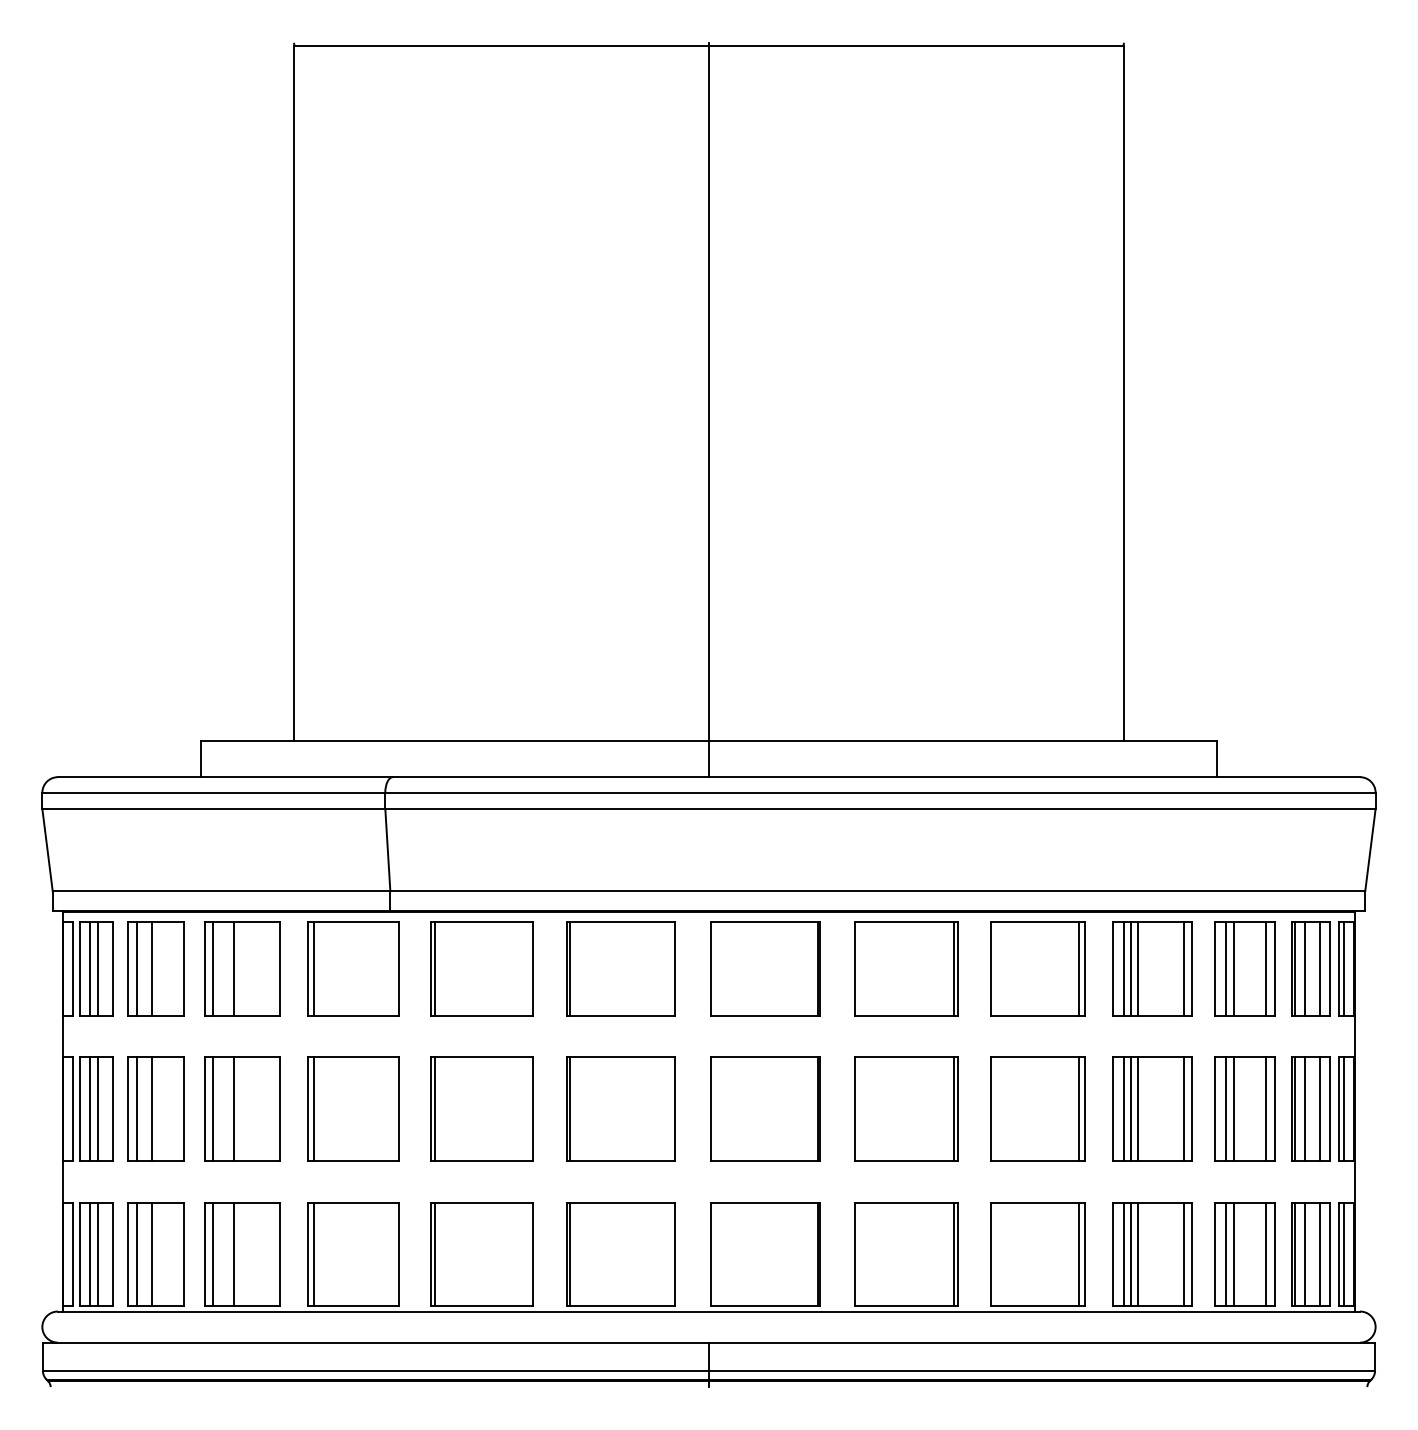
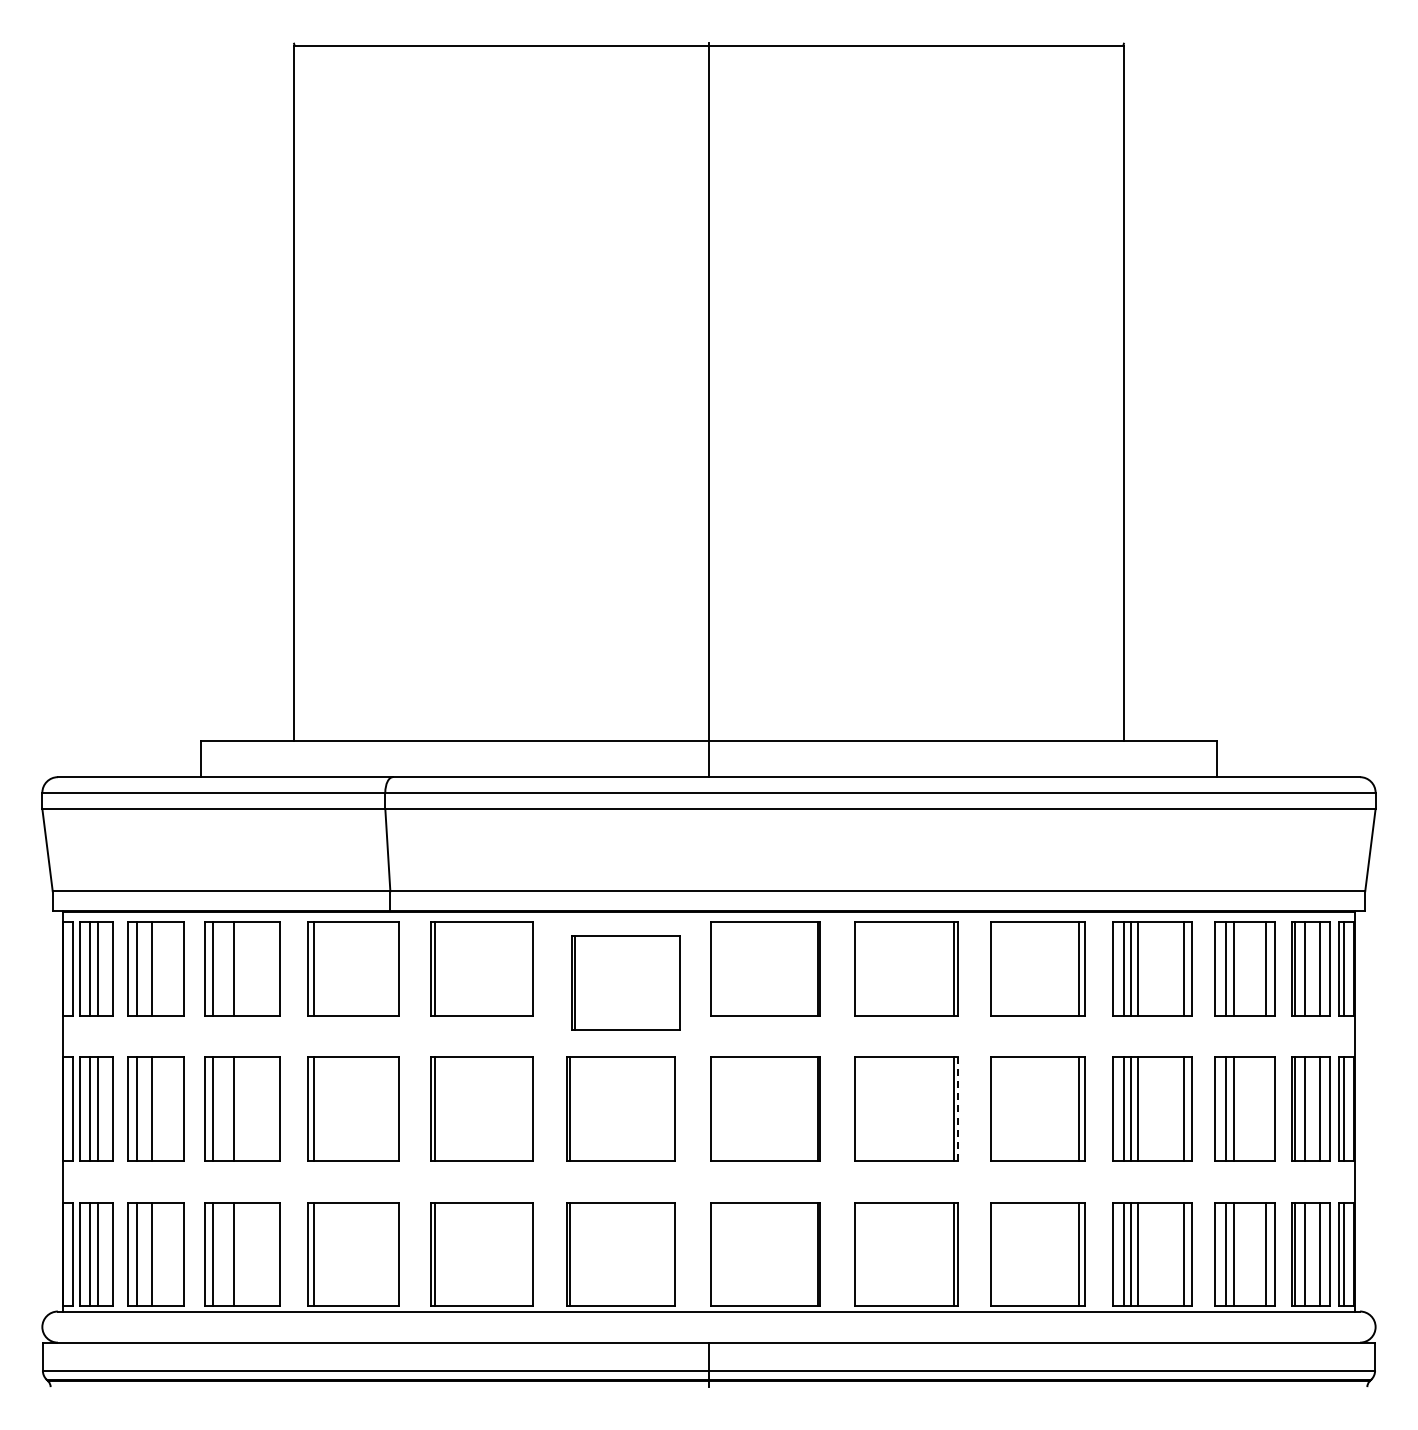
part at (620, 968) position: (620, 968) -> (625, 982)
line at (958, 1109): solid -> dashed
line at (1266, 1109): present -> none
